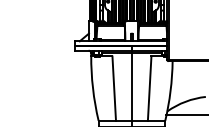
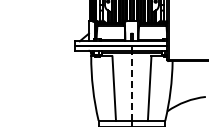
line at (131, 87): solid -> dashed
line at (185, 115): present -> none
